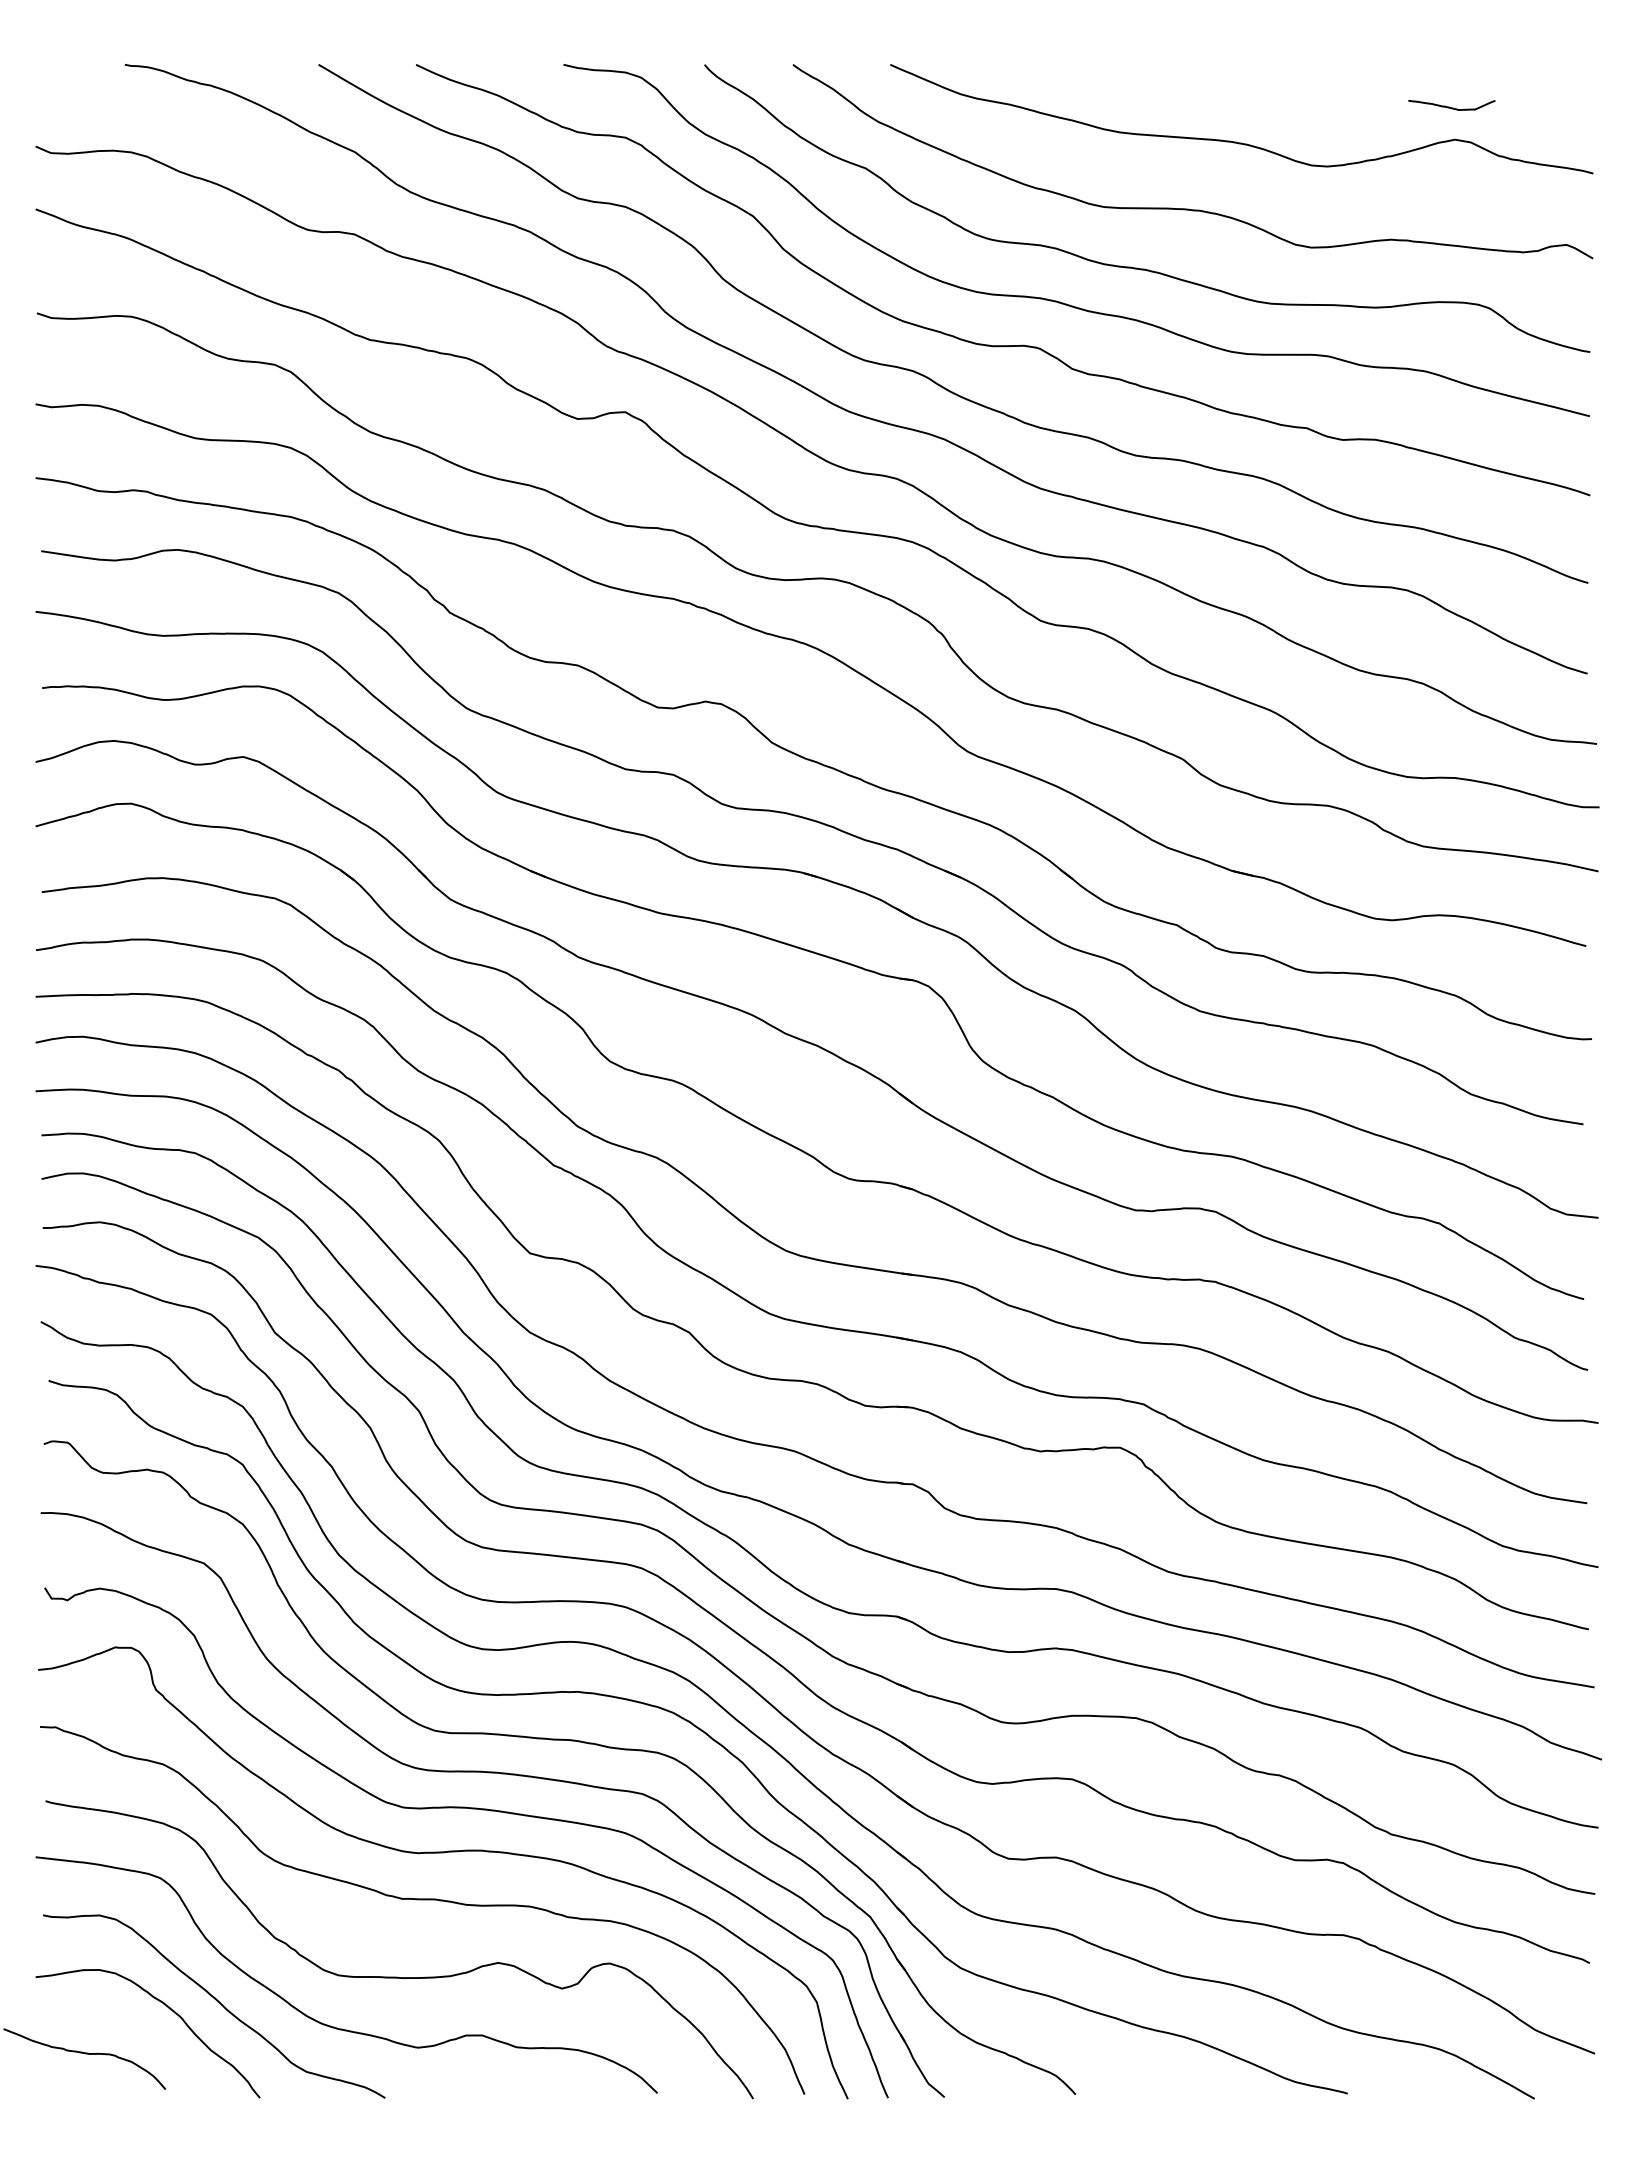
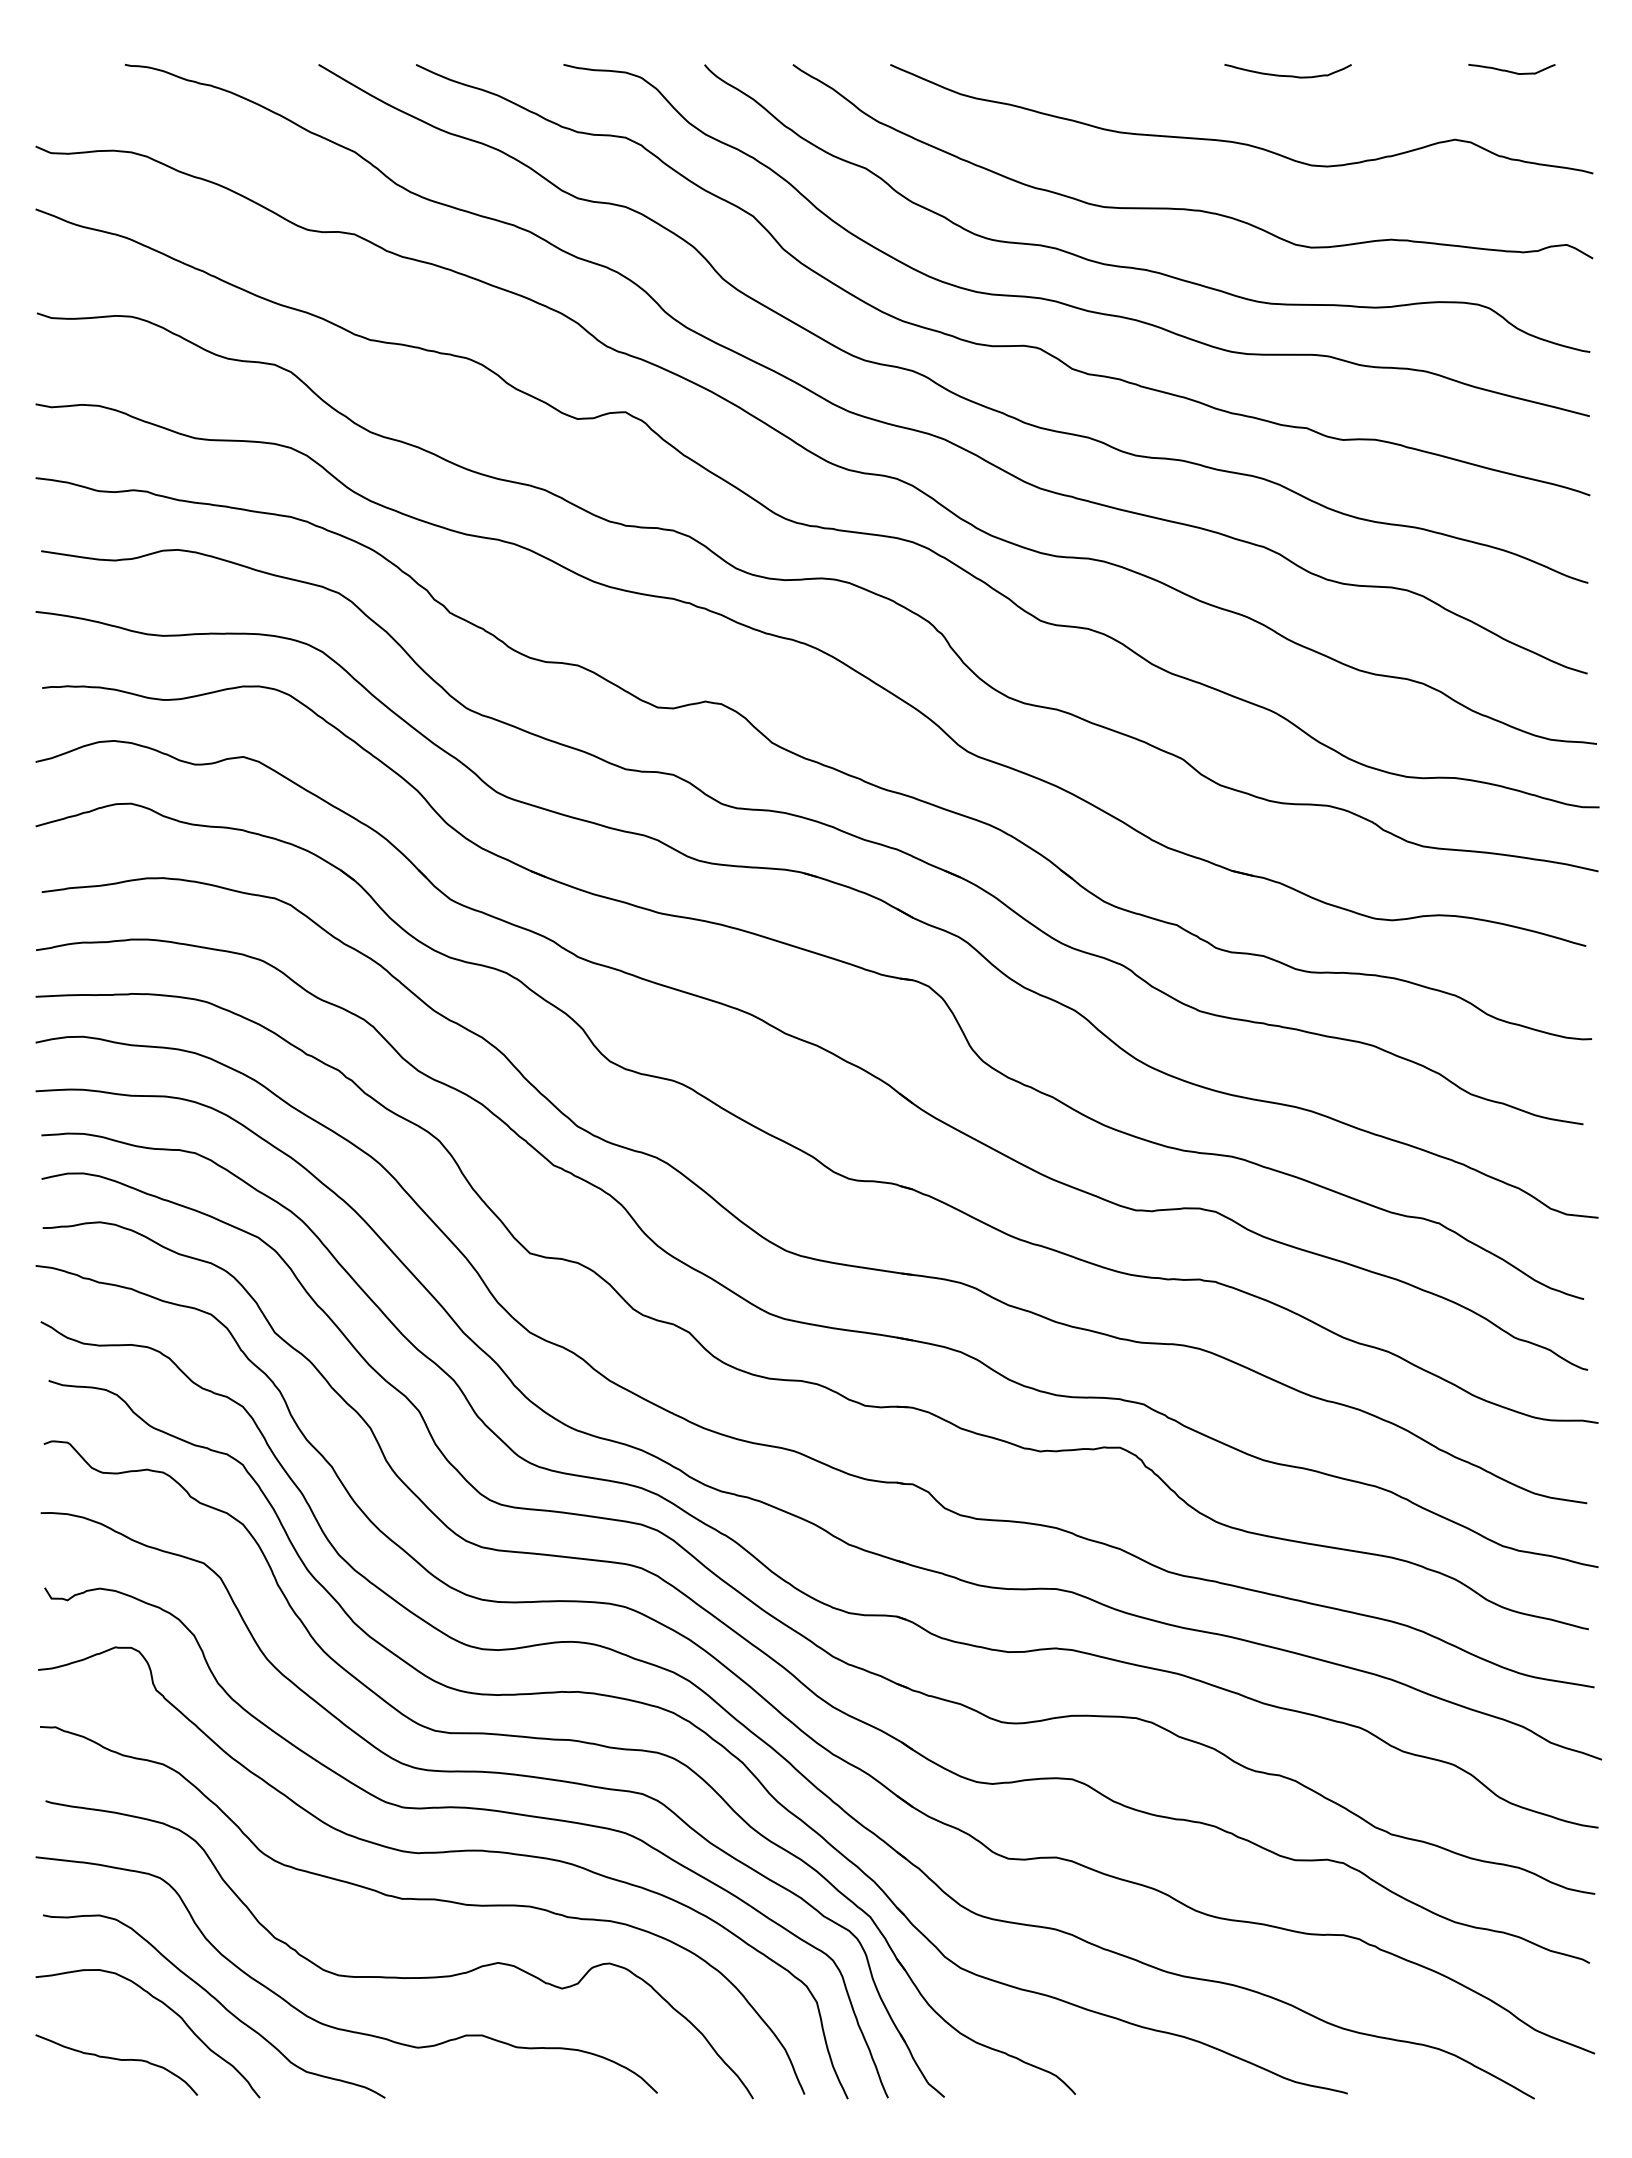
curve at (1287, 75): none -> present
curve at (1451, 107) position: (1451, 107) -> (1511, 71)
curve at (85, 2054) position: (85, 2054) -> (117, 2060)
